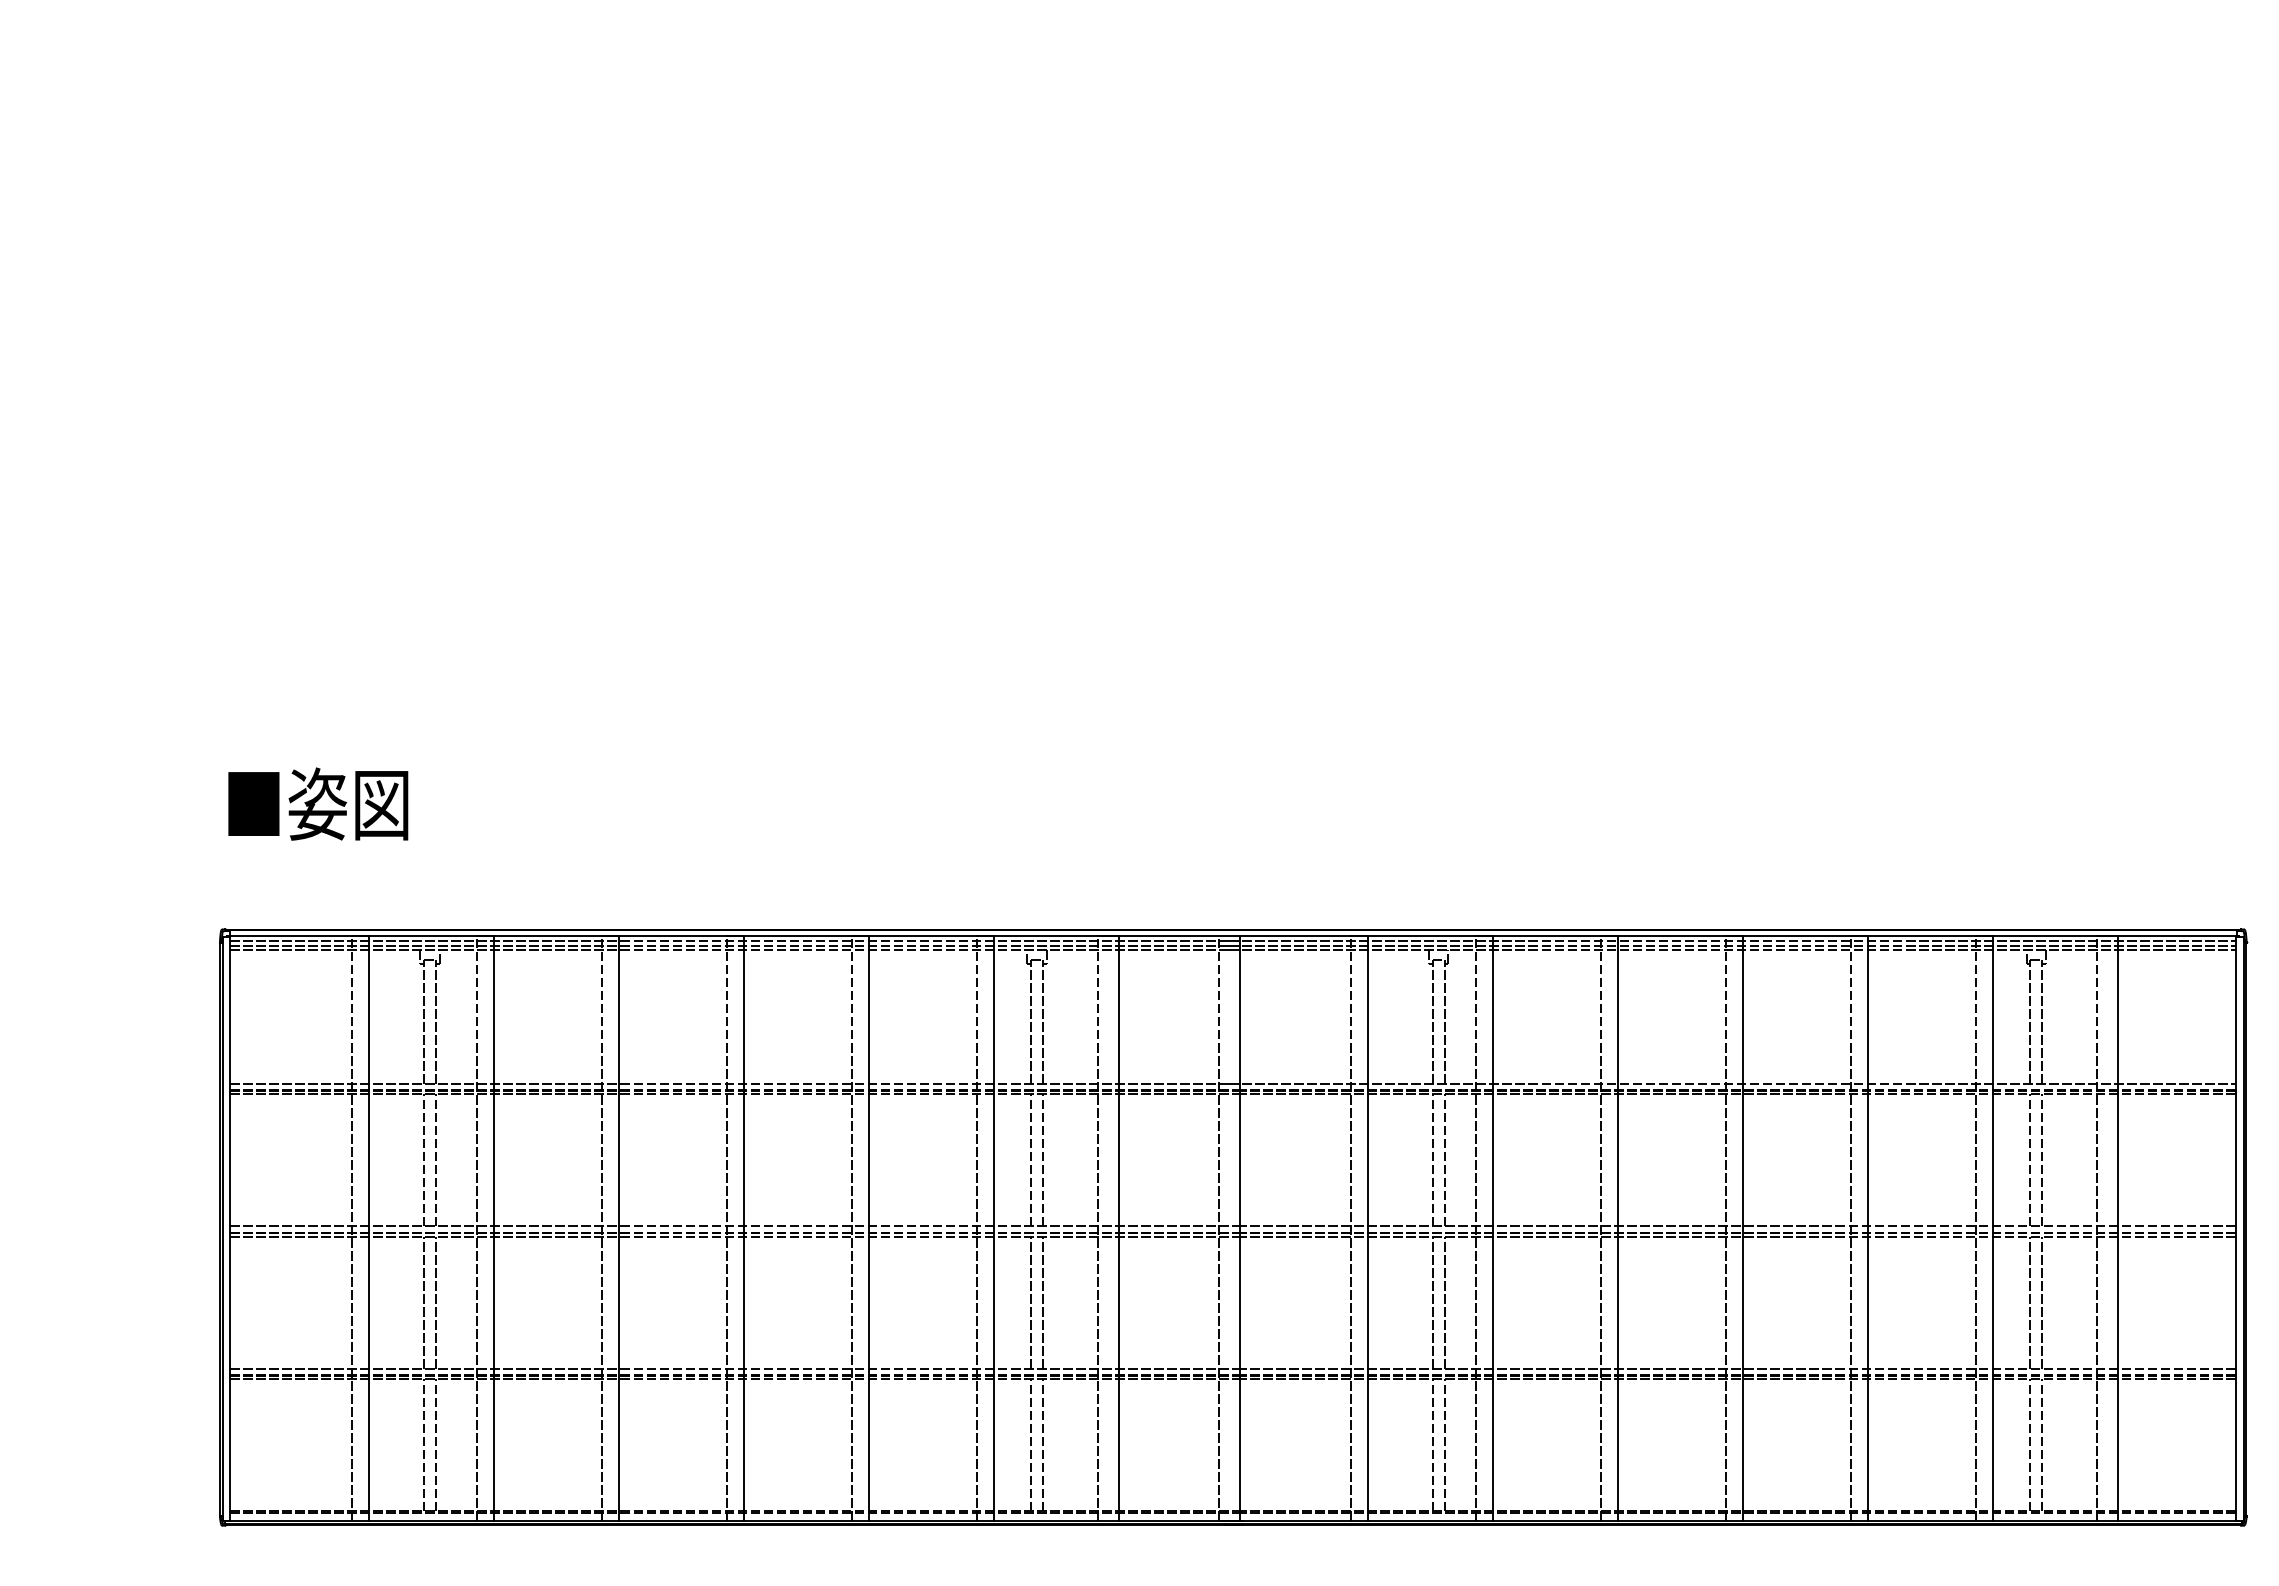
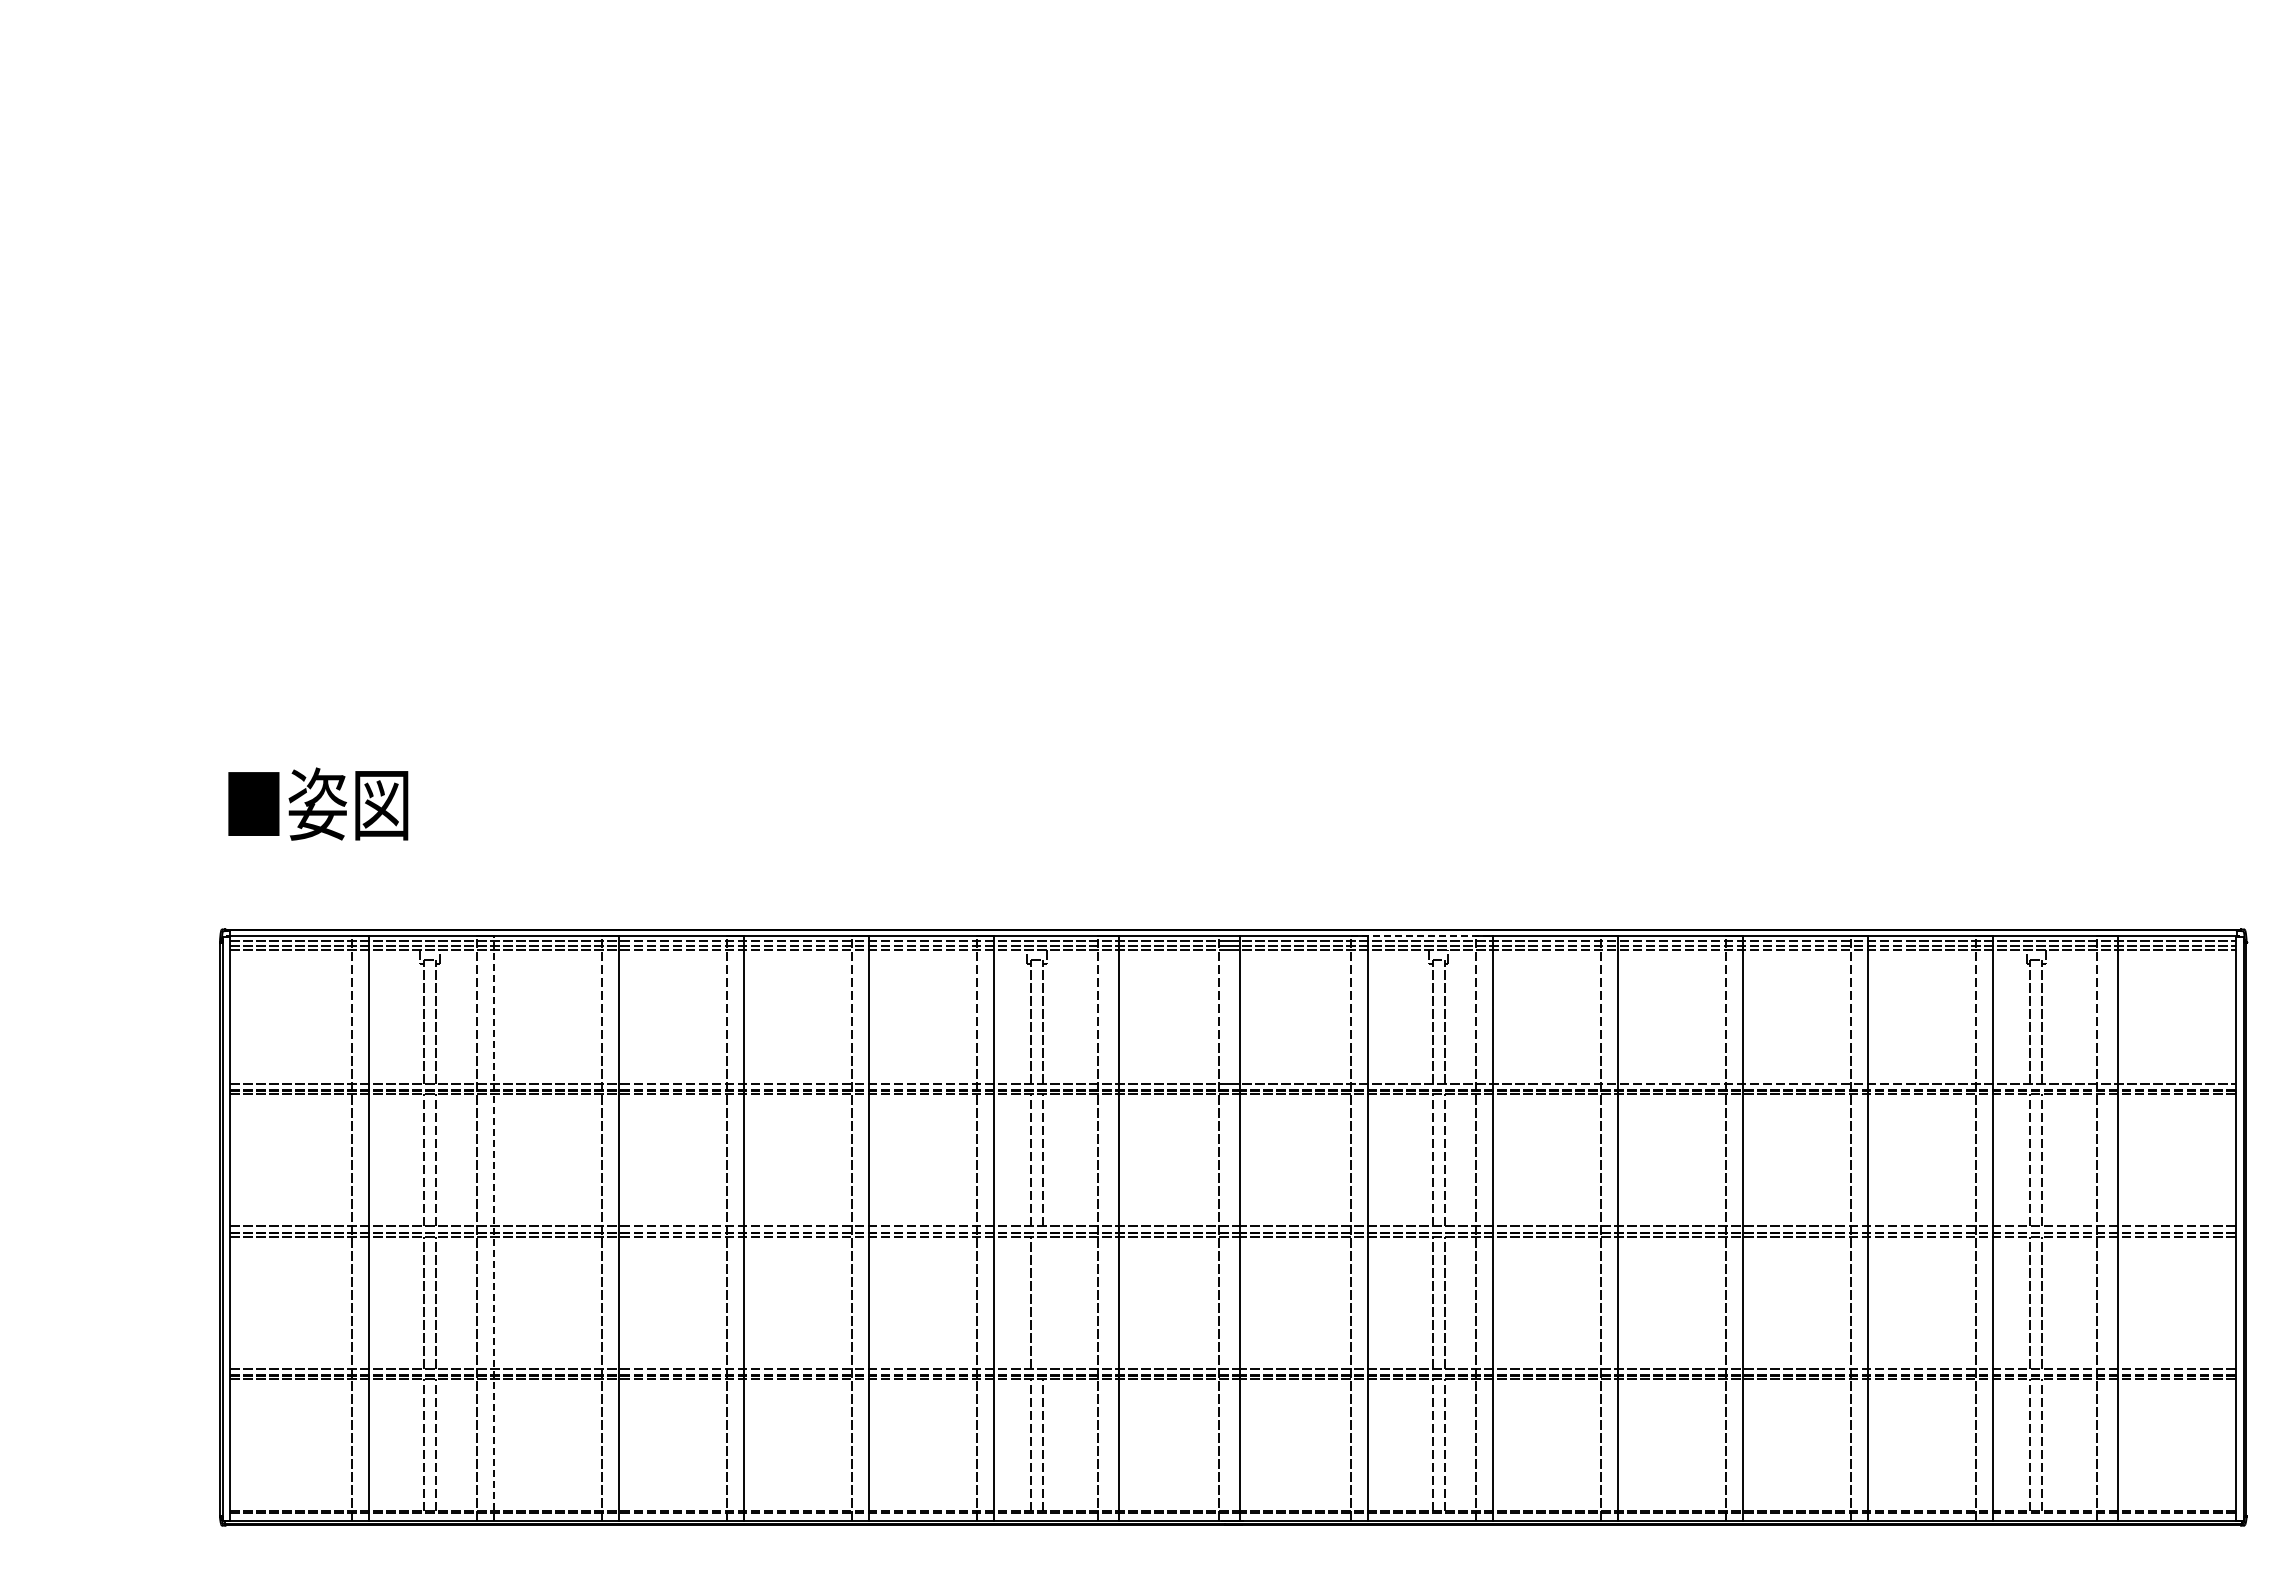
line at (1422, 935): solid -> dashed
line at (494, 1228): solid -> dashed
line at (1043, 1302): present -> none
